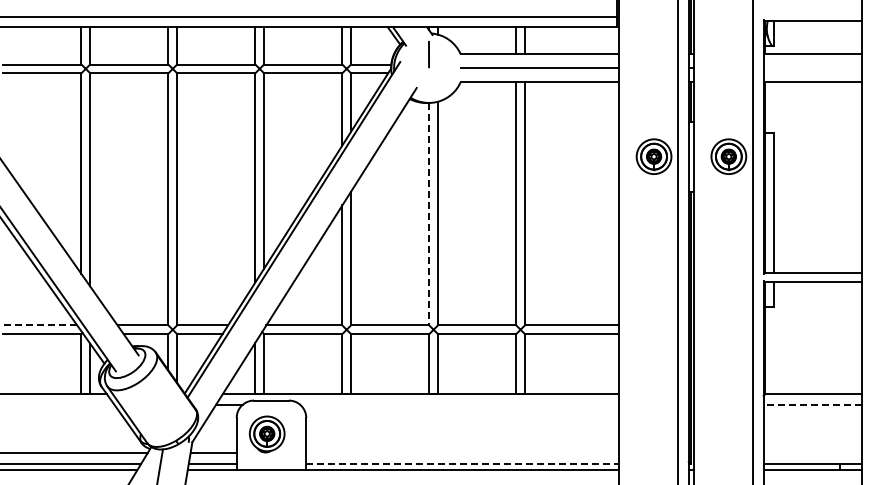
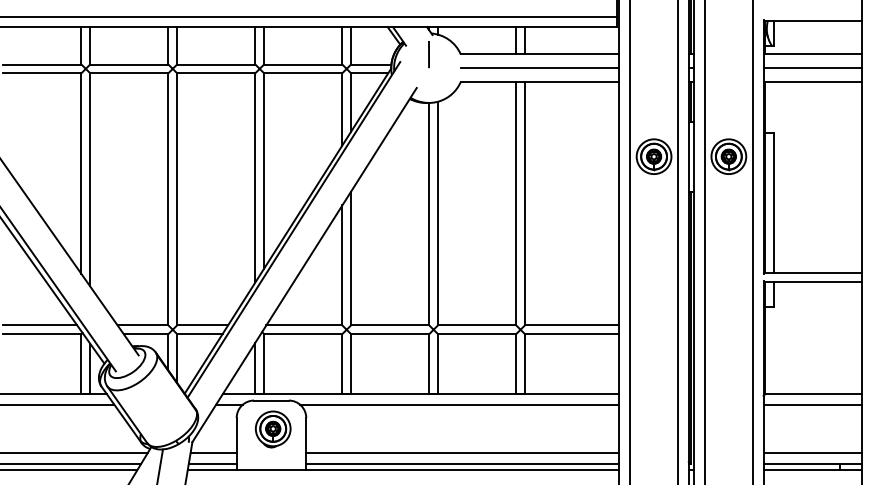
line at (812, 68): none -> present
line at (429, 214): dashed -> solid
line at (629, 241): none -> present
line at (704, 241): none -> present
line at (40, 325): dashed -> solid
line at (58, 404): none -> present
line at (459, 404): none -> present
line at (812, 404): dashed -> solid
part at (267, 434) position: (267, 434) -> (273, 429)
line at (462, 453): none -> present
line at (812, 453): none -> present
line at (462, 463): dashed -> solid
